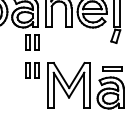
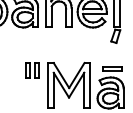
part at (32, 42): present -> none
